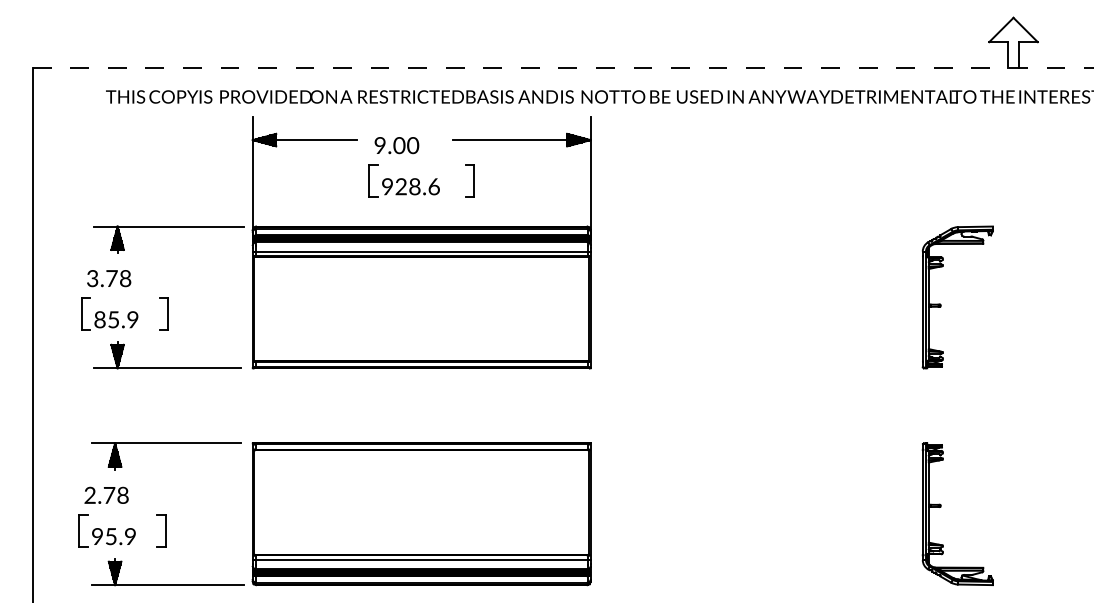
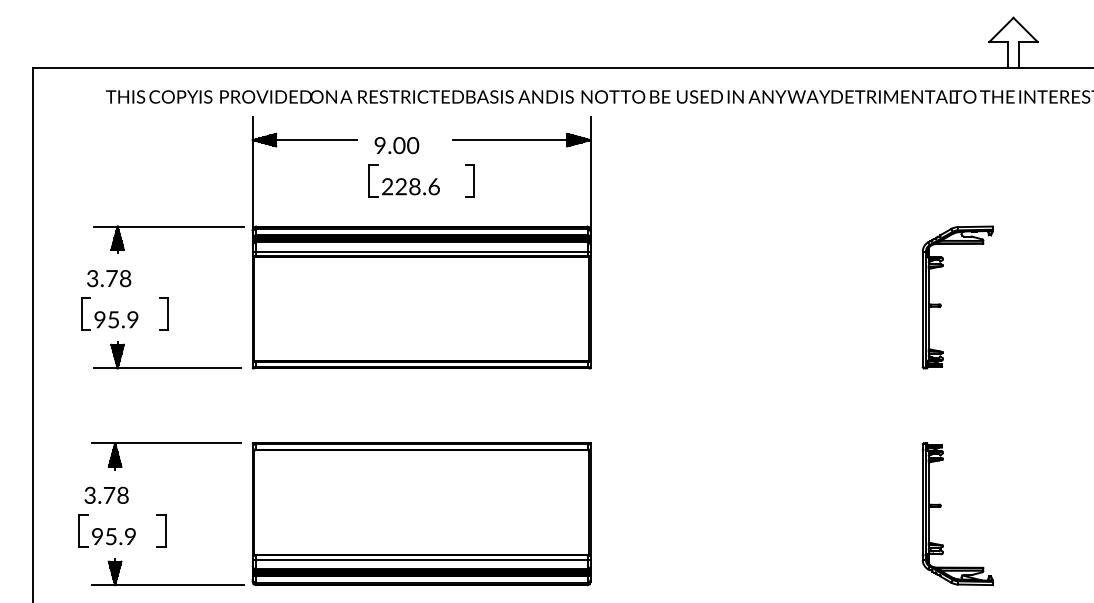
line at (563, 68): dashed -> solid
text at (387, 187): 928.6 -> 228.6
text at (99, 320): 85.9 -> 95.9
text at (89, 497): 2.78 -> 3.78
